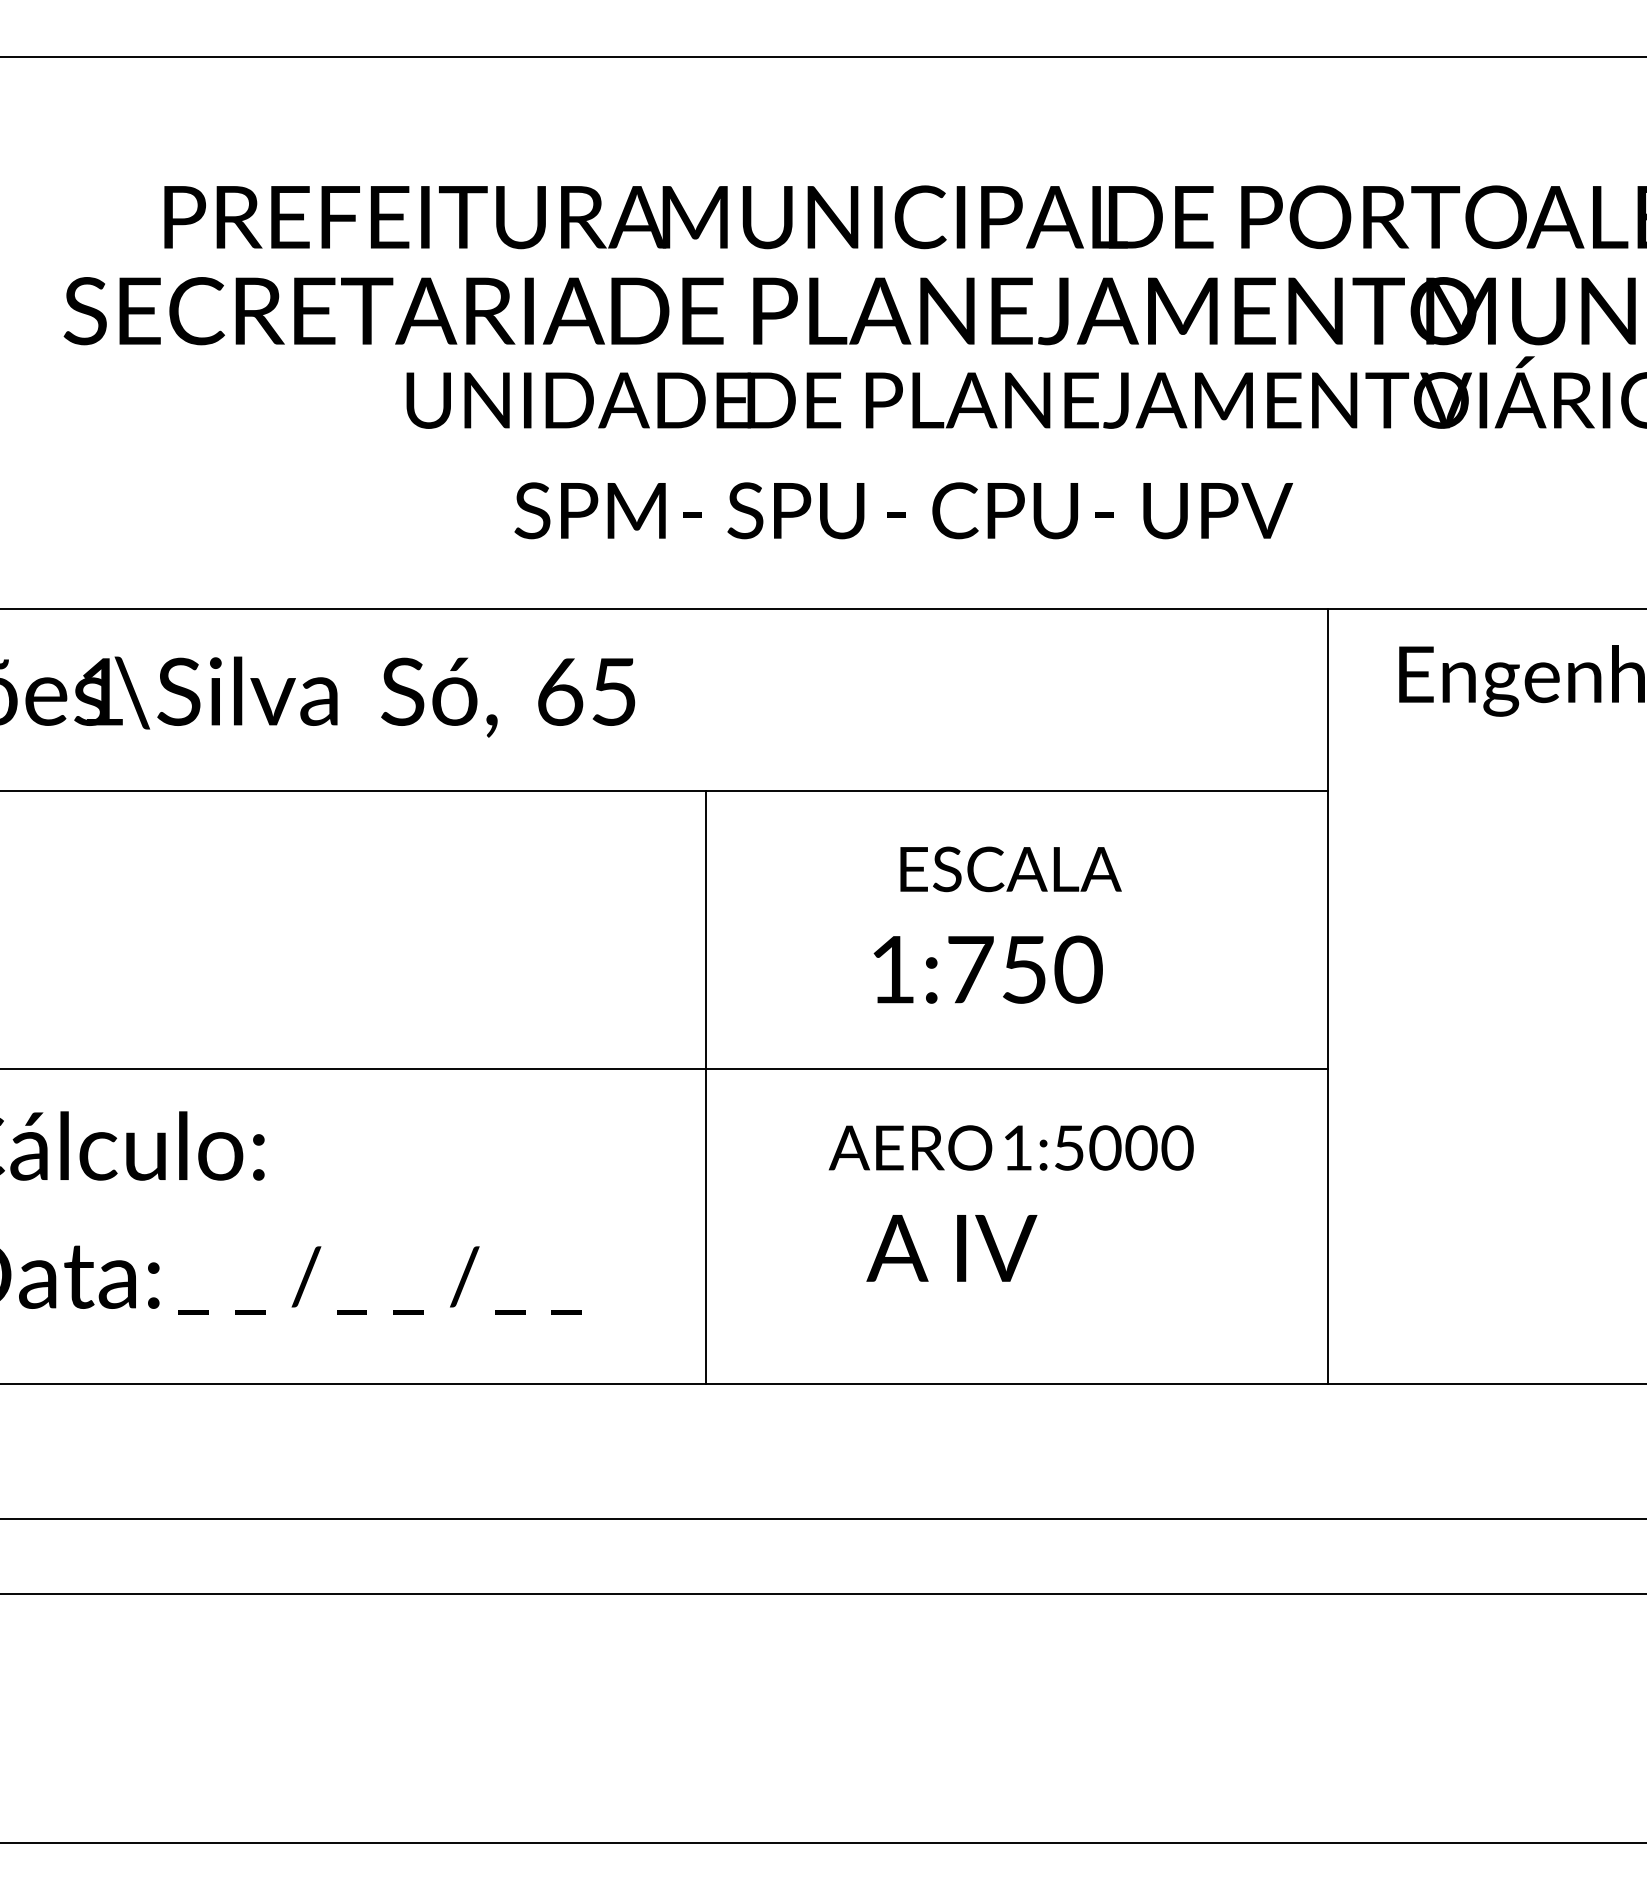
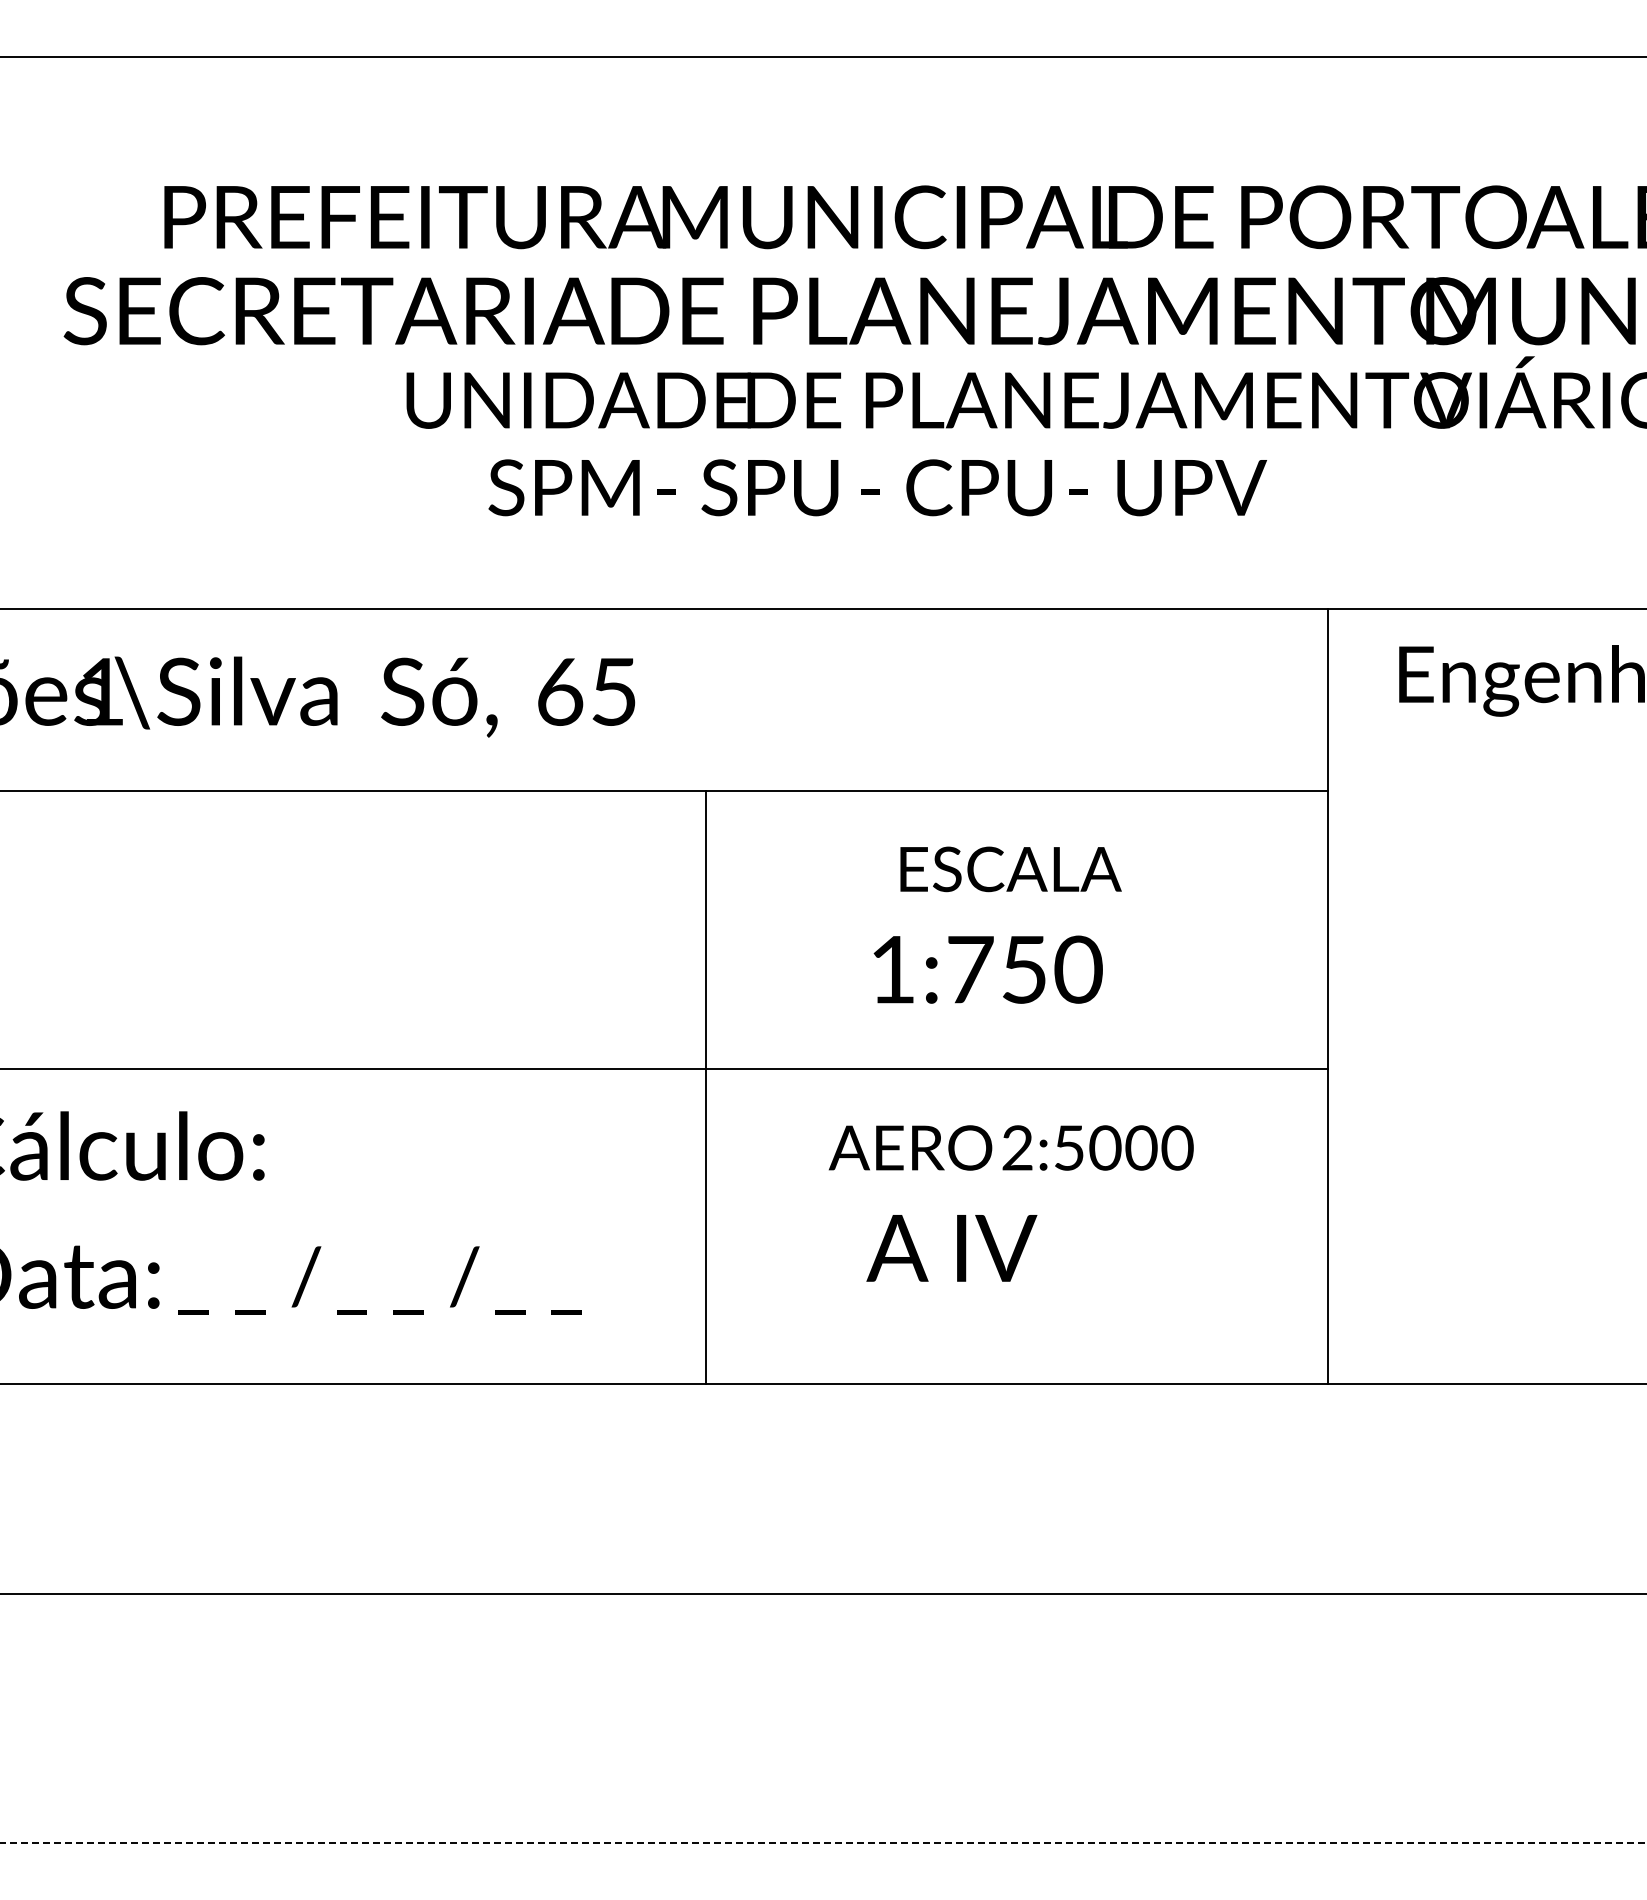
text at (903, 510) position: (903, 510) -> (877, 487)
text at (1017, 1147): 1:5000 -> 2:5000
line at (822, 1519): present -> none
line at (824, 1843): solid -> dashed
